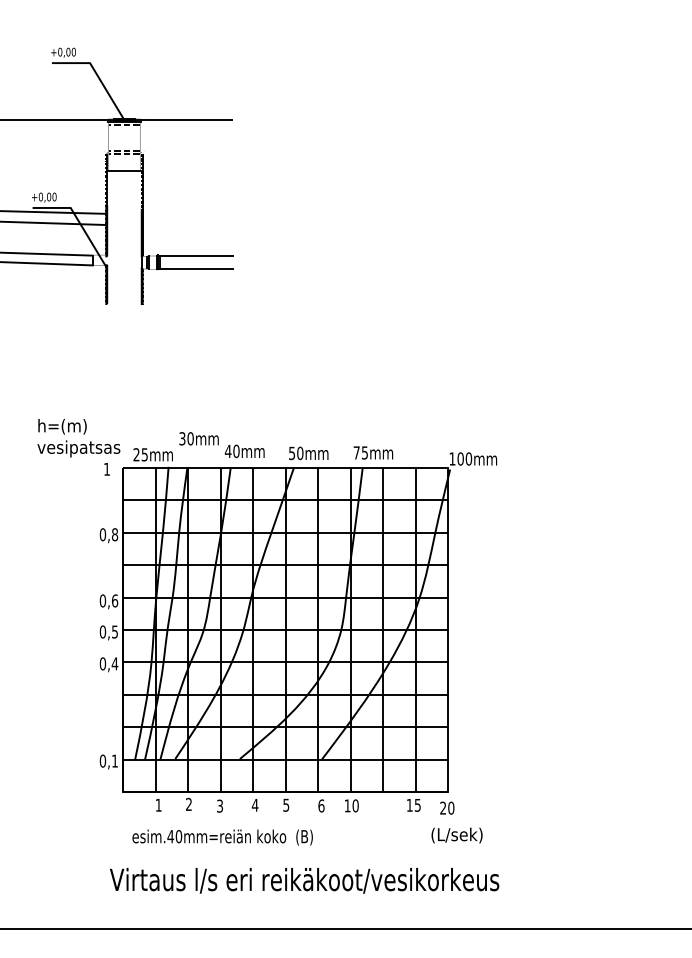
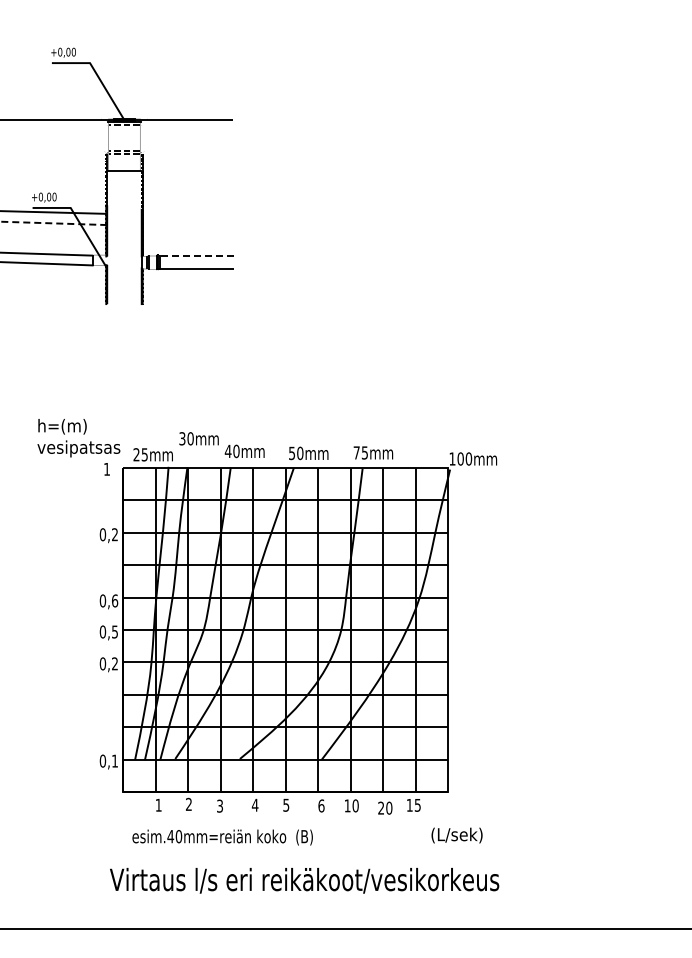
line at (53, 223): solid -> dashed
line at (194, 256): solid -> dashed
text at (115, 534): 0,8 -> 0,2
text at (114, 663): 0,4 -> 0,2
text at (447, 807) position: (447, 807) -> (385, 807)
